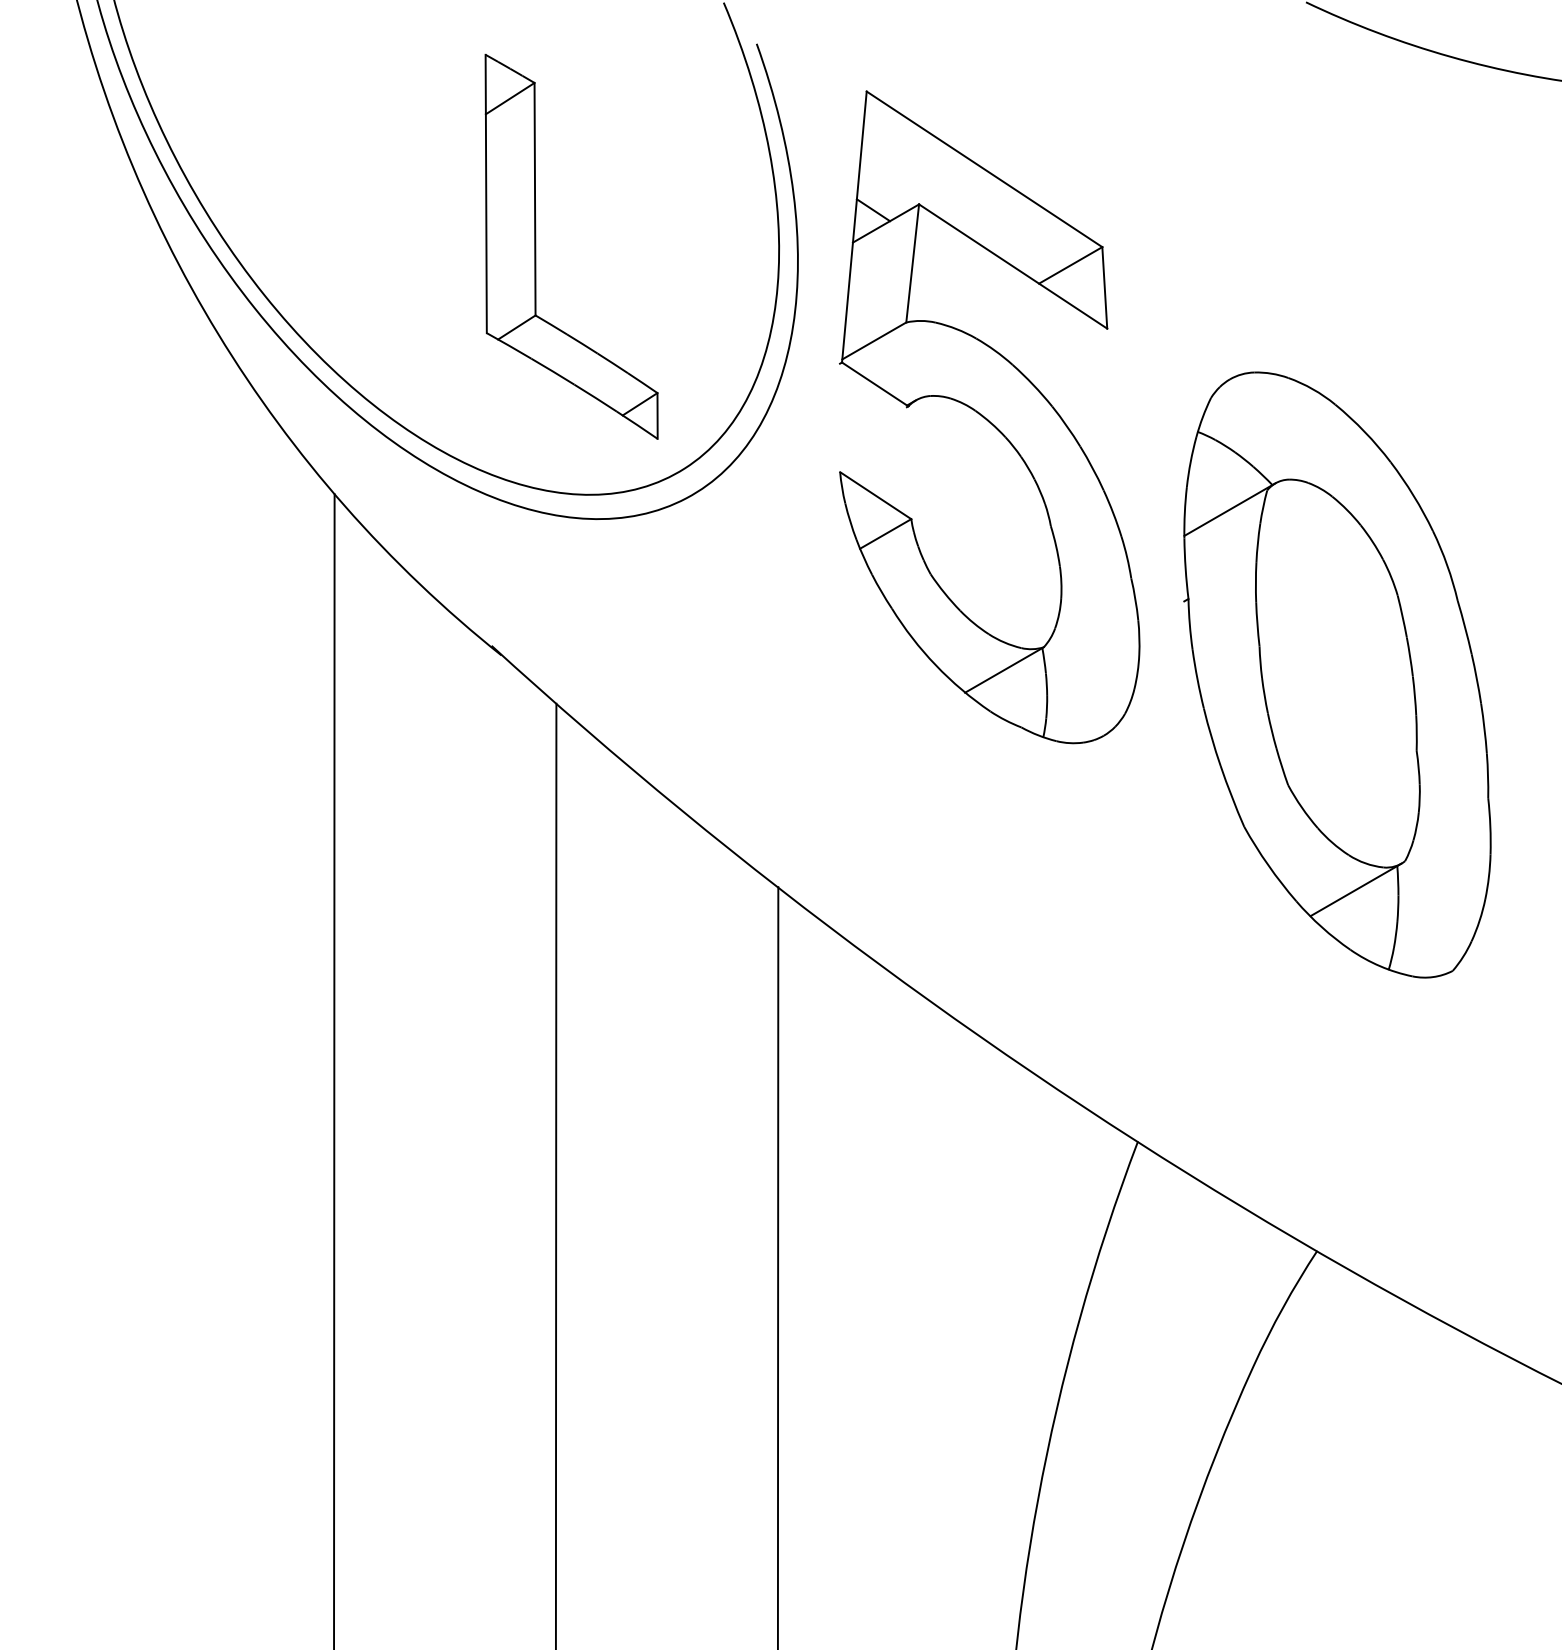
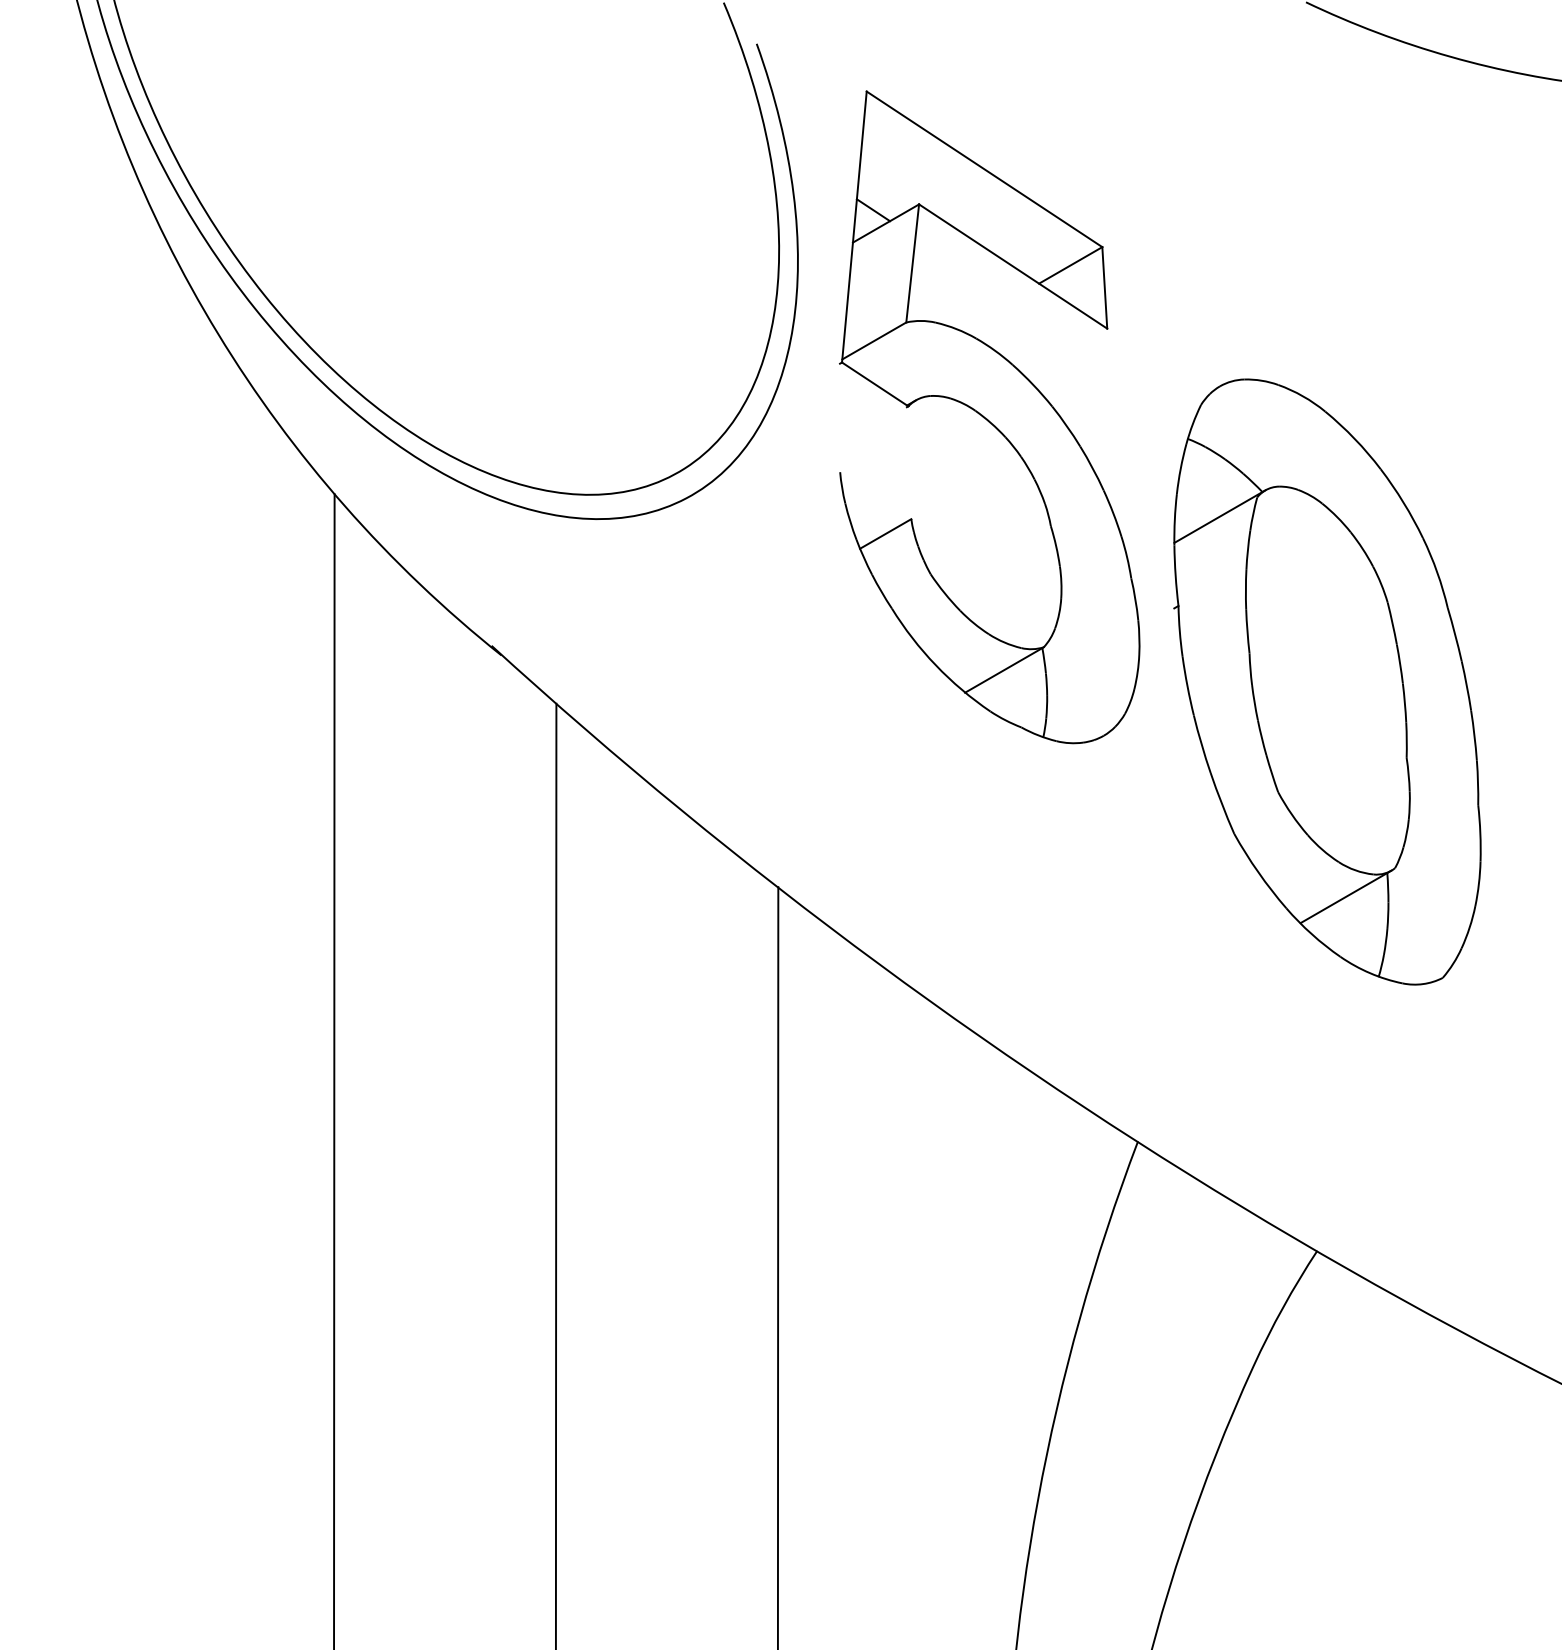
part at (536, 246): present -> none
line at (875, 495): present -> none
part at (1337, 674) position: (1337, 674) -> (1327, 681)
